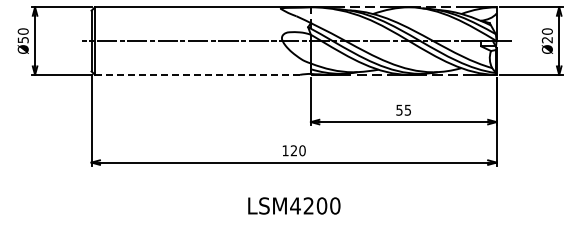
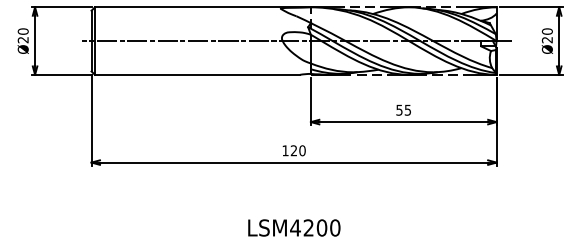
text at (22, 40): Ø50 -> Ø20
line at (197, 74): dashed -> solid
text at (294, 205) position: (294, 205) -> (294, 227)
